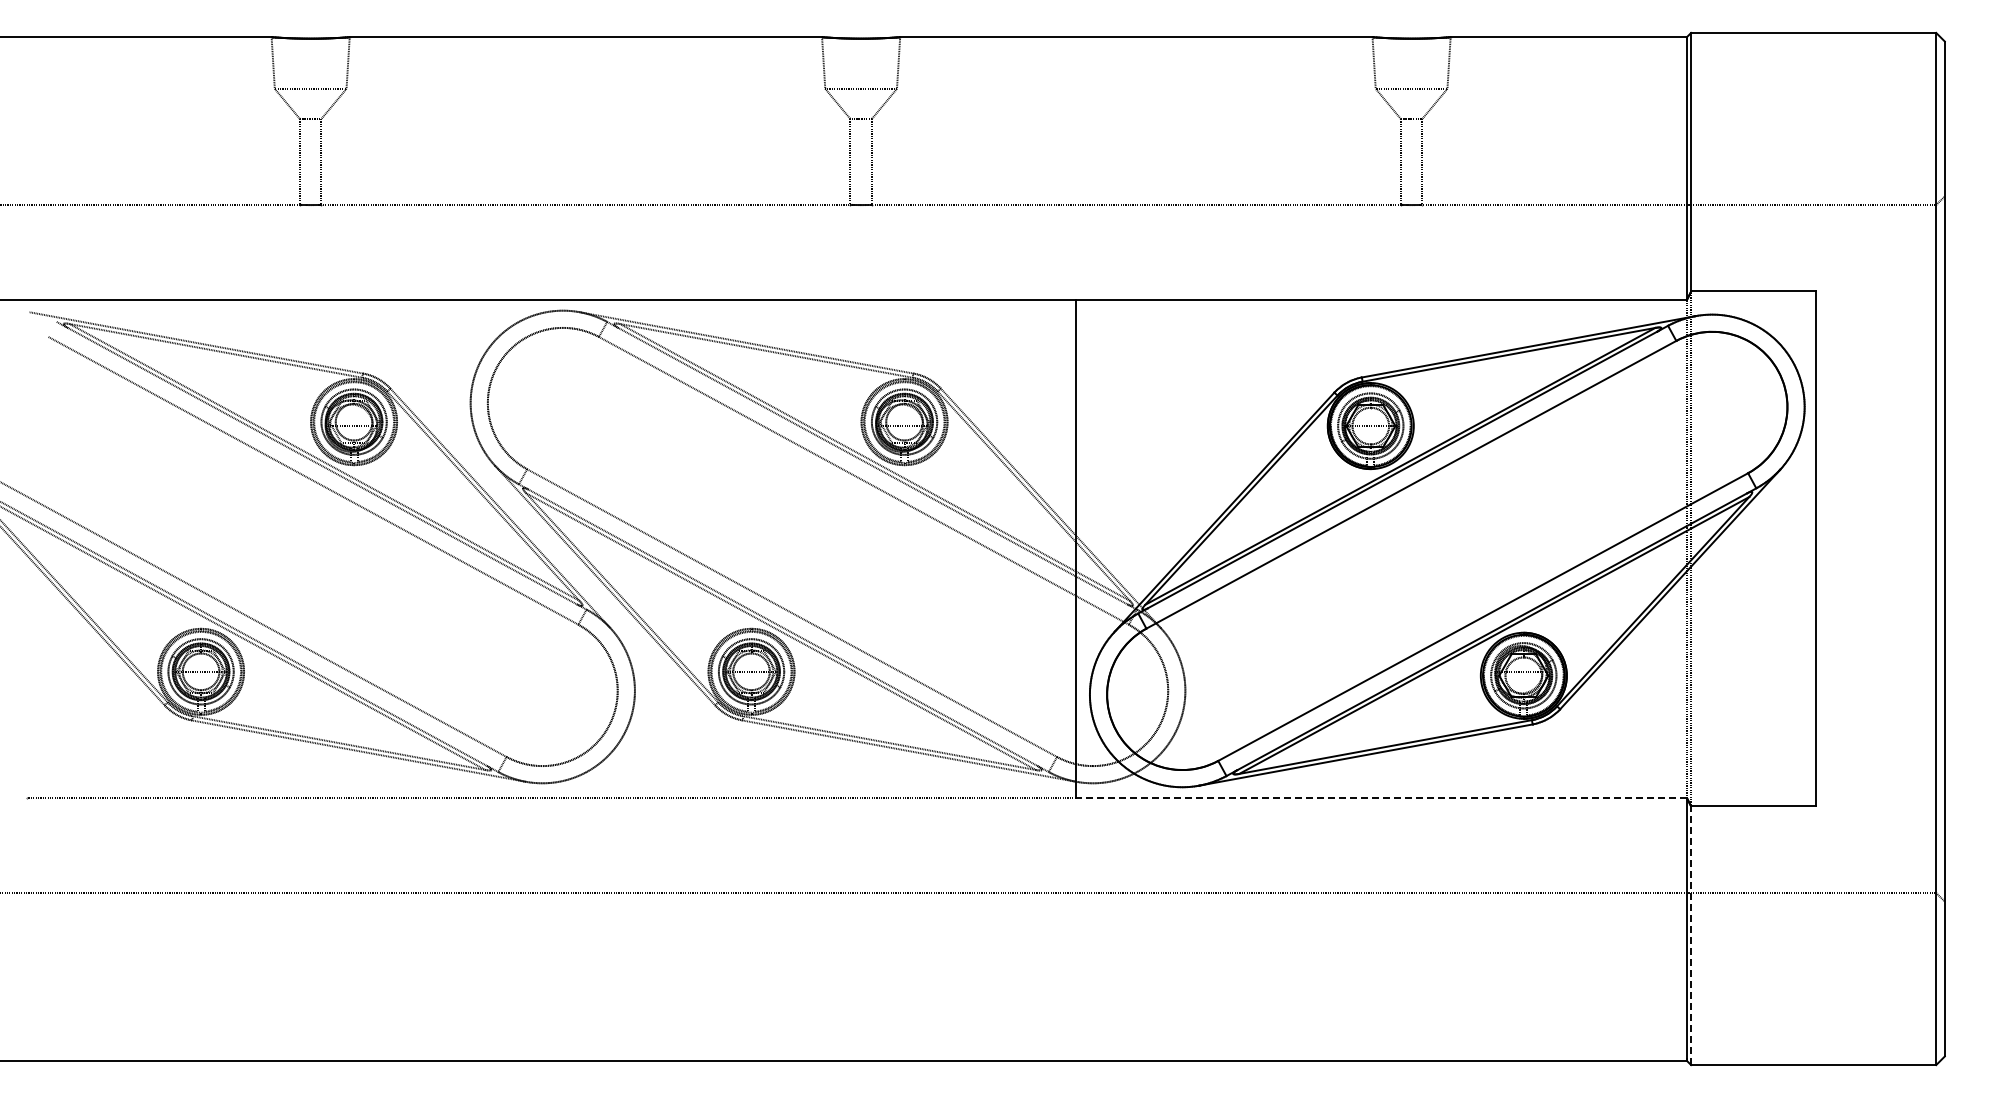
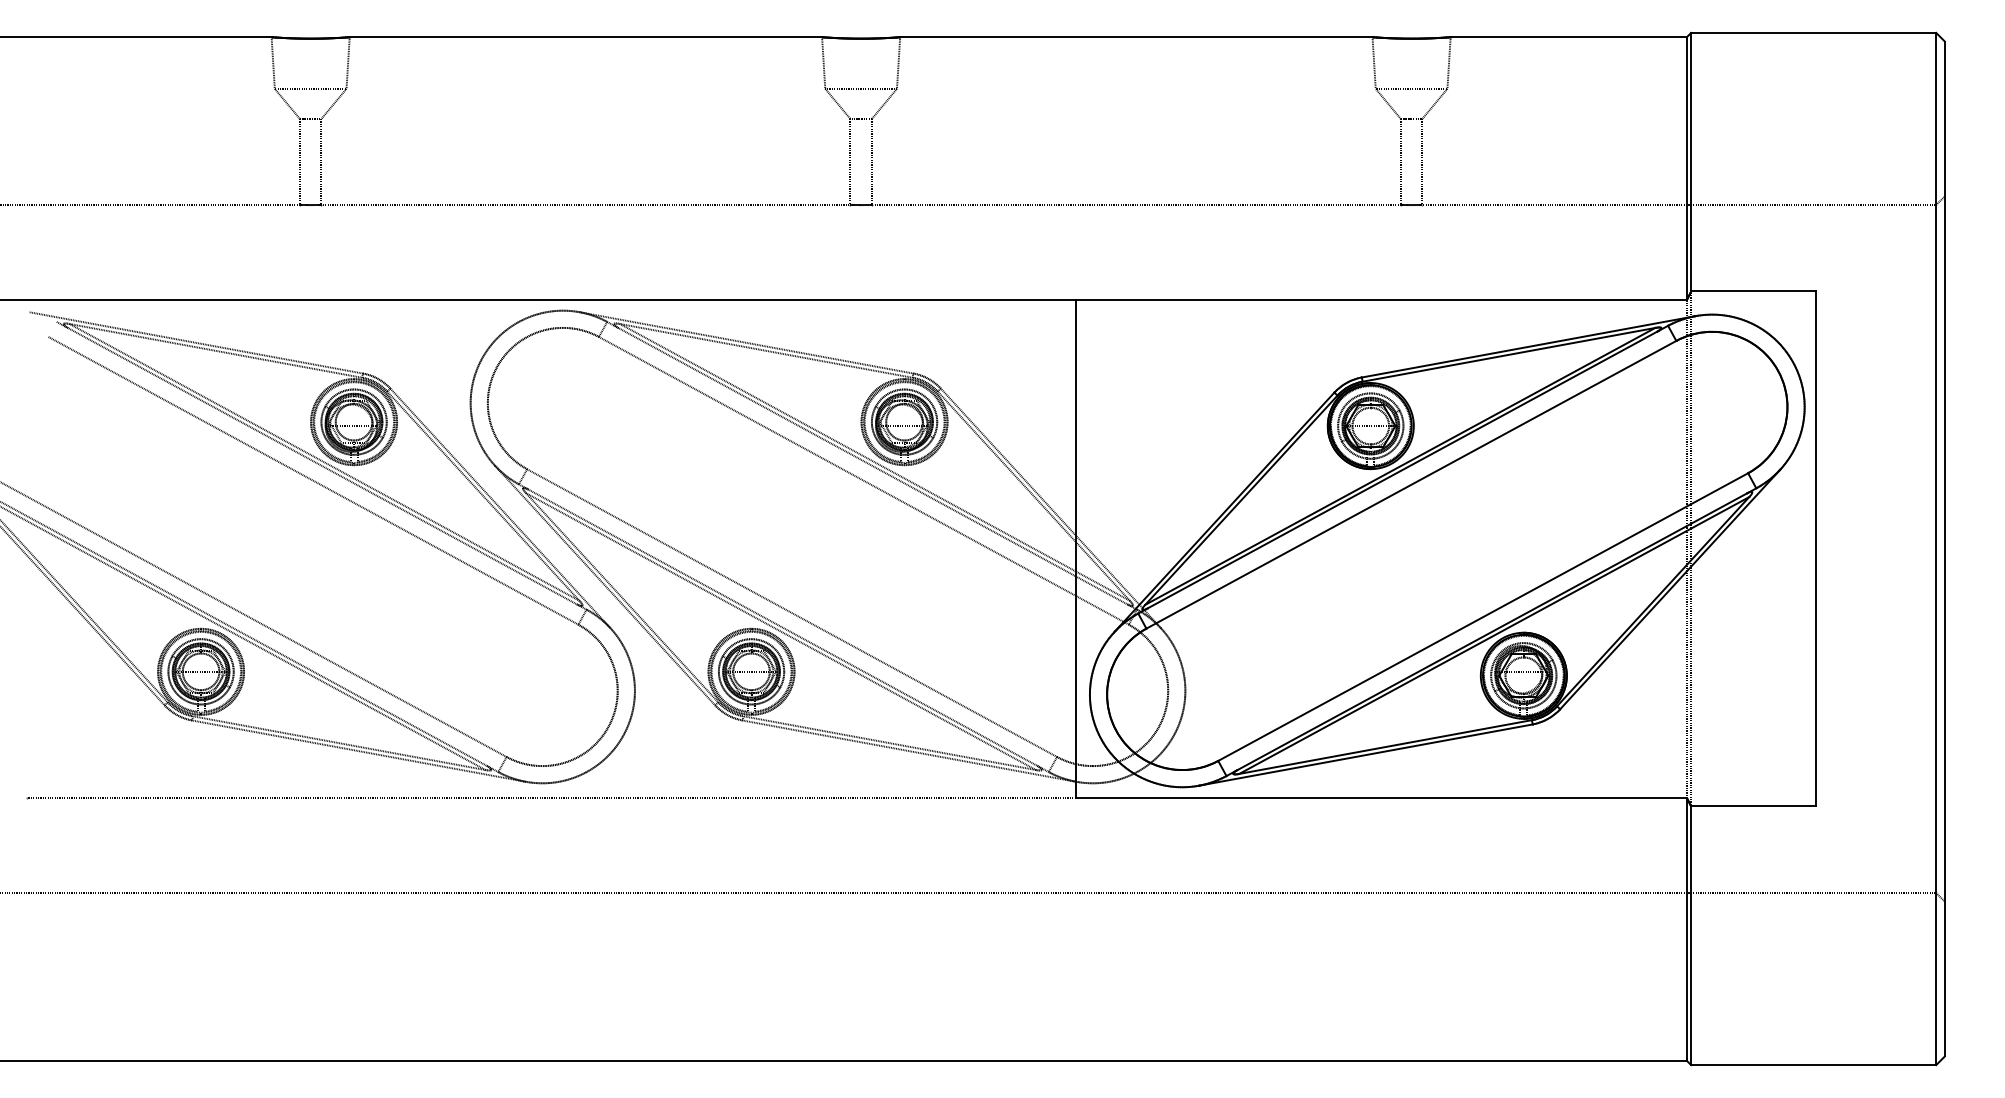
line at (1380, 797): dashed -> solid
line at (1691, 935): dashed -> solid
